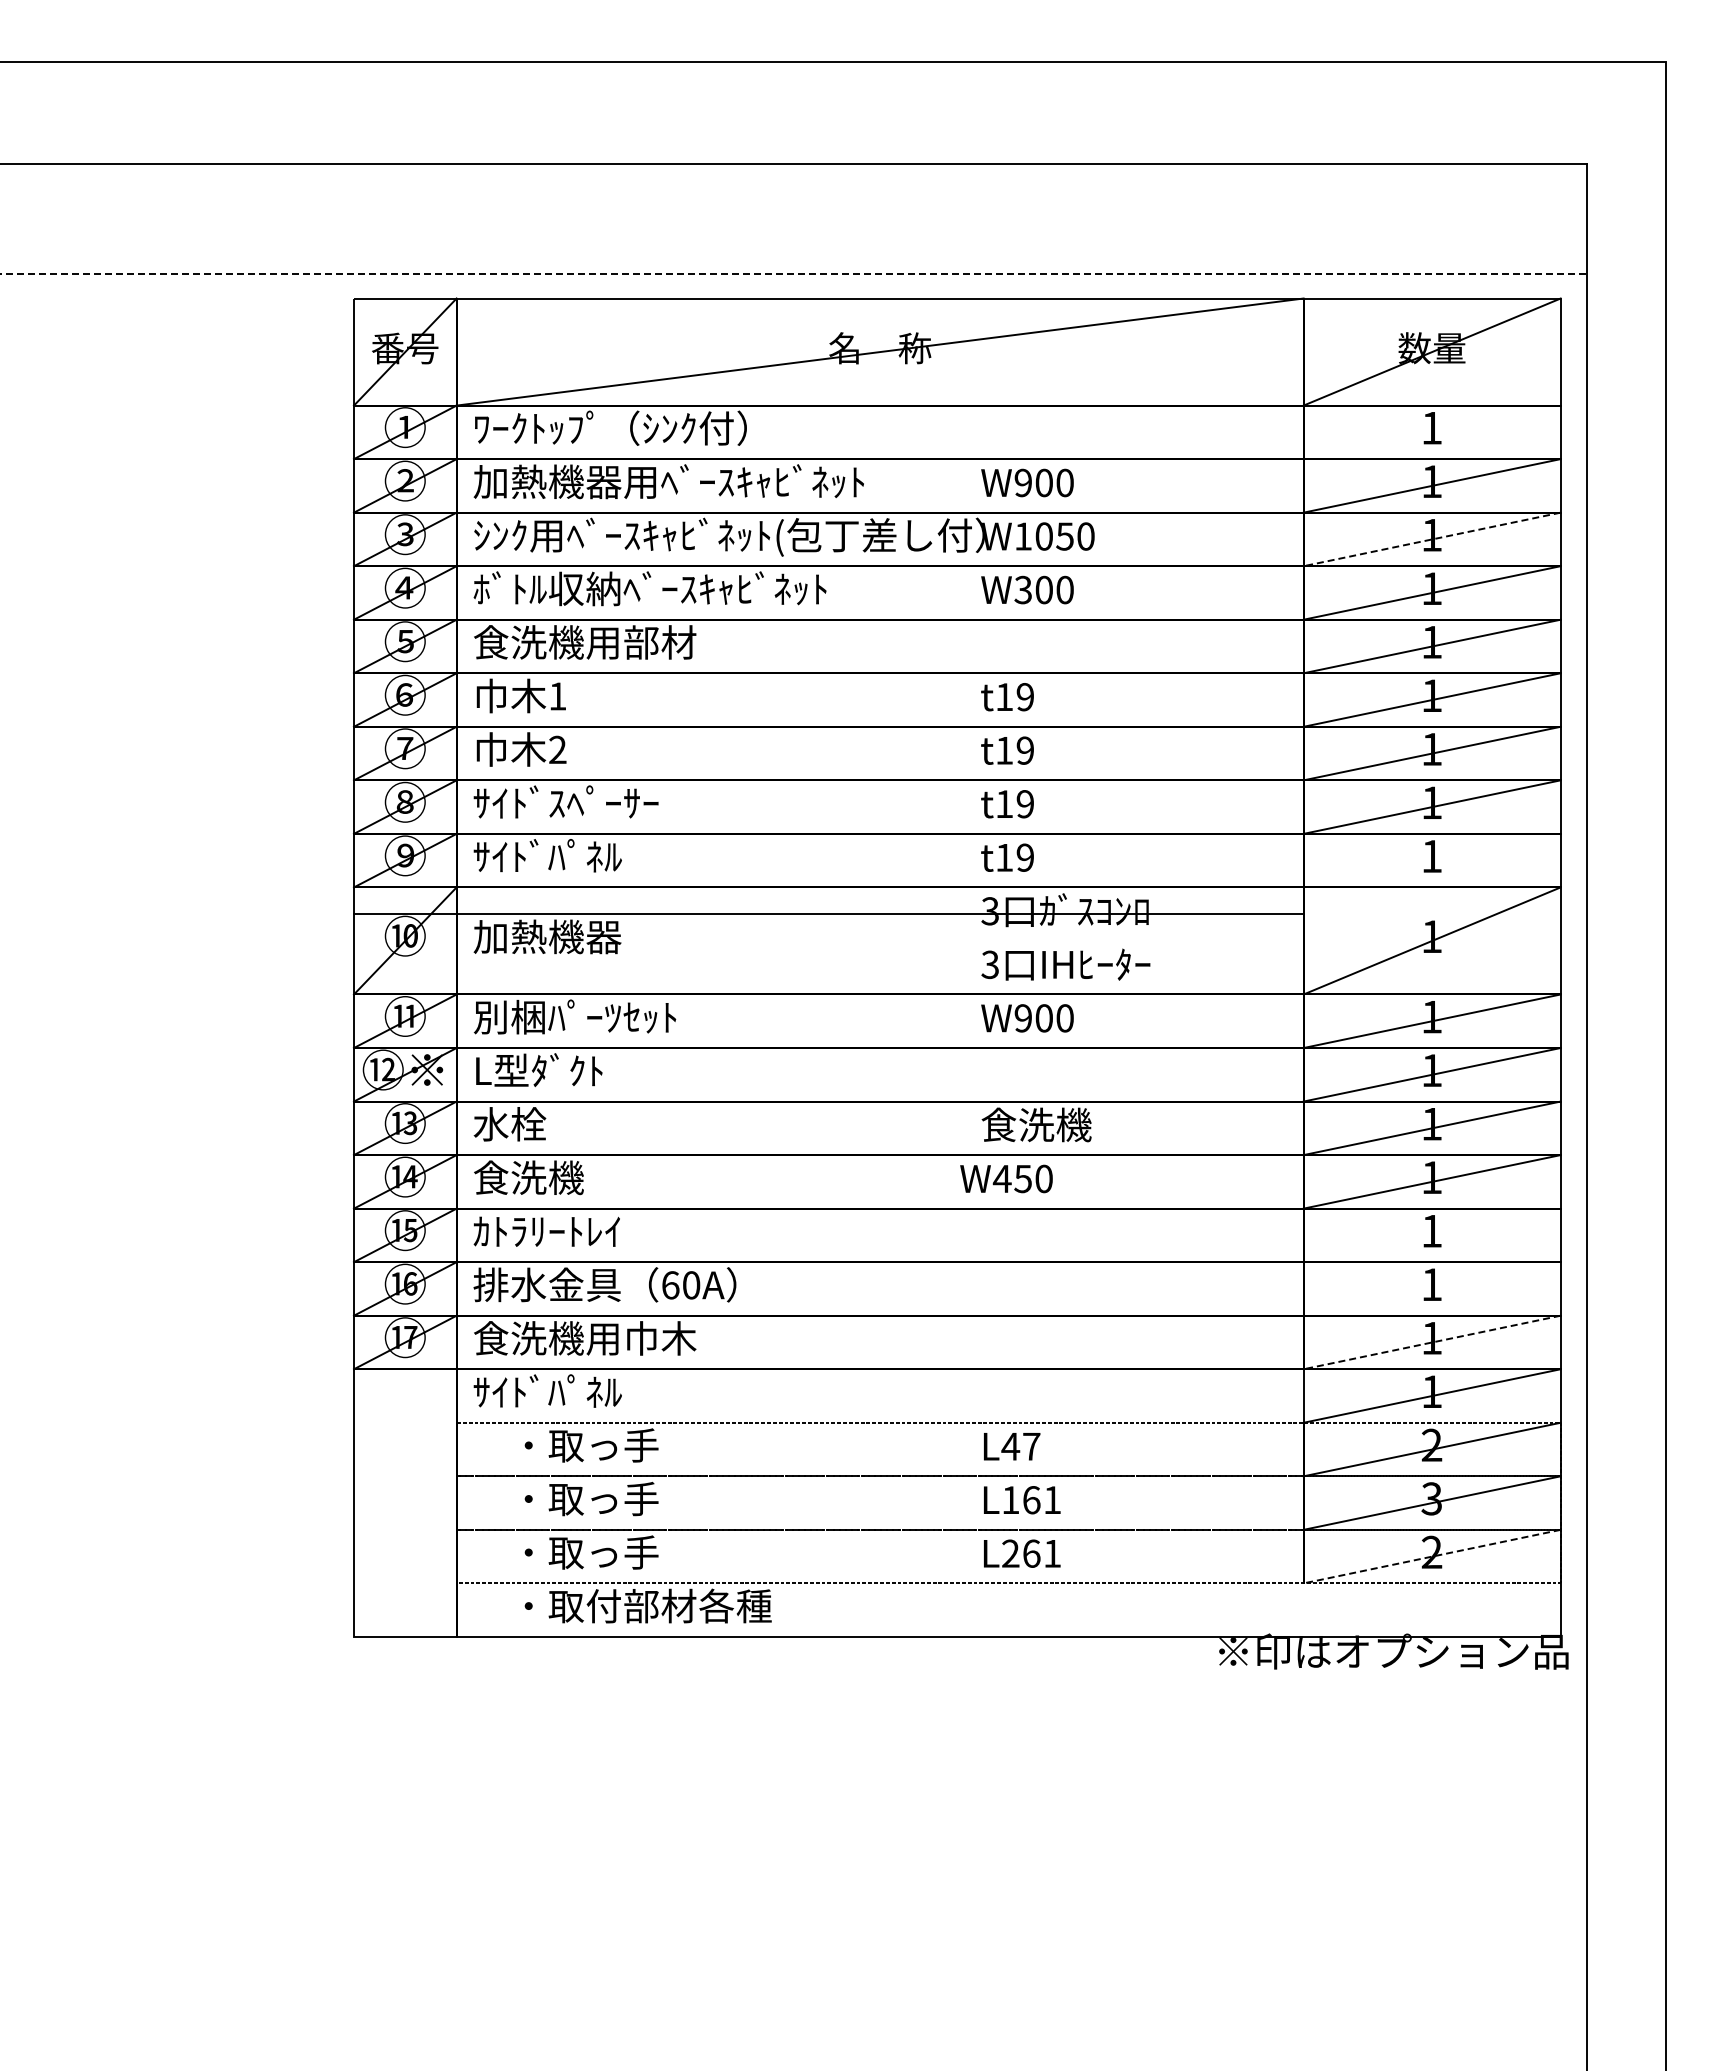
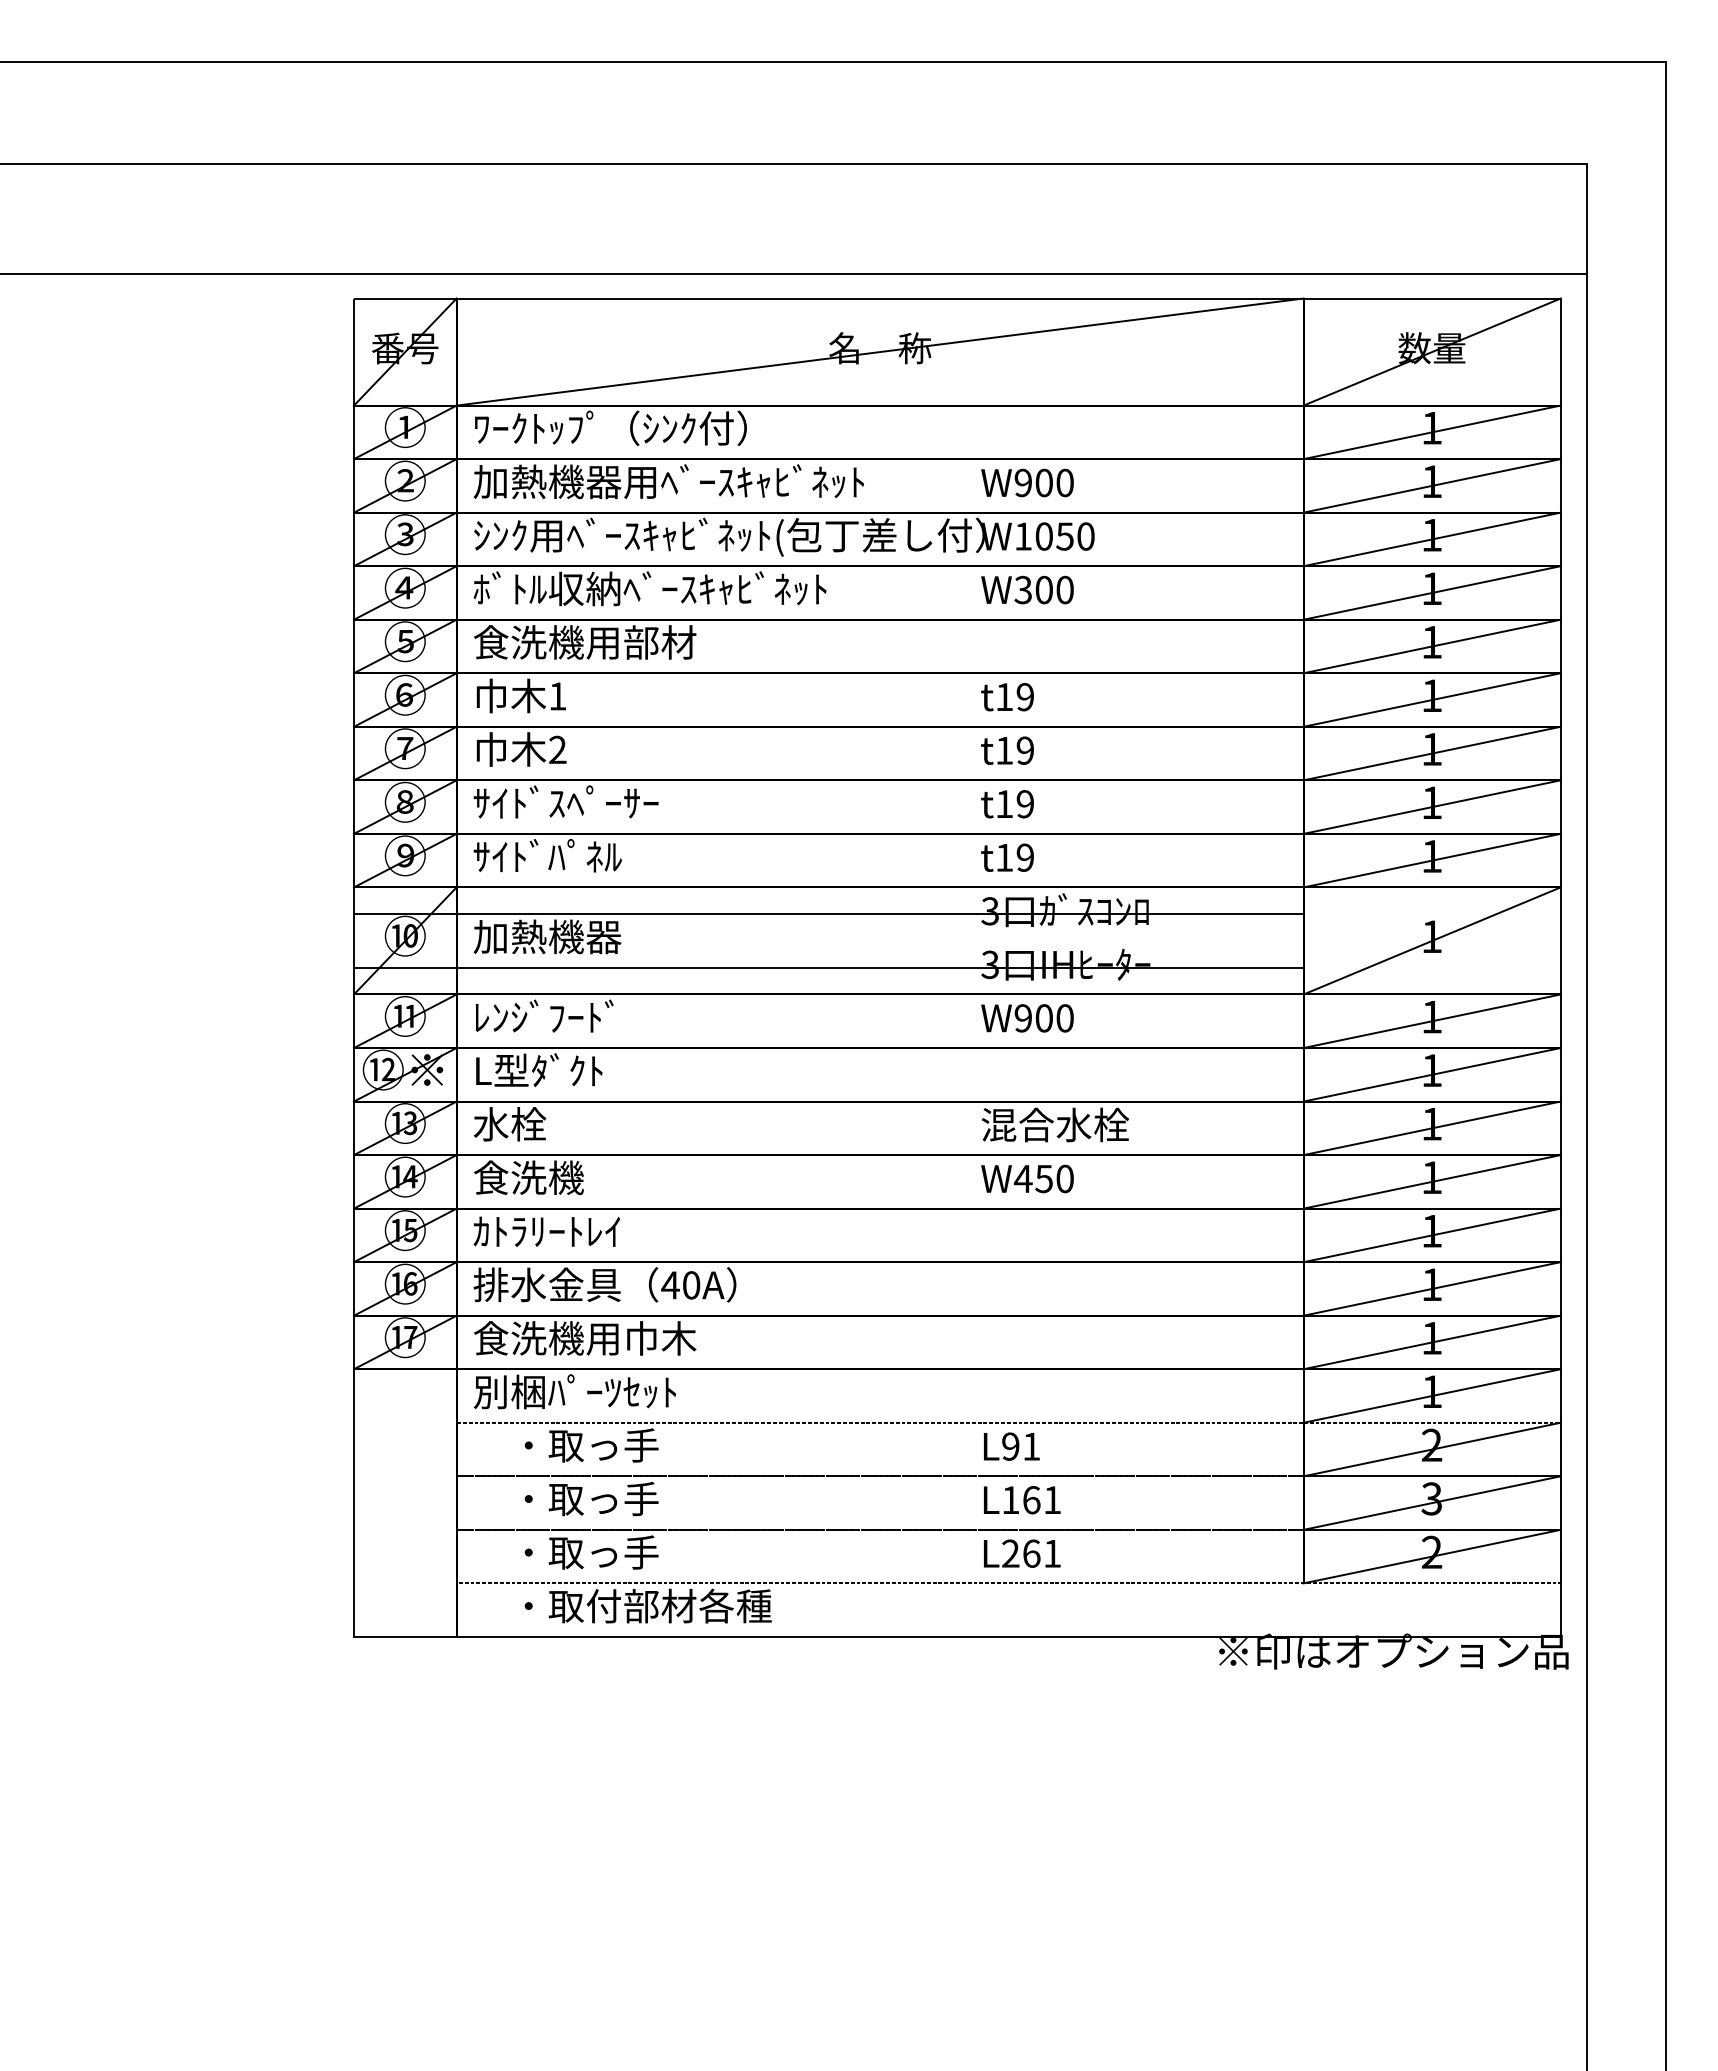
line at (794, 274): dashed -> solid
line at (1431, 432): none -> present
line at (1431, 539): dashed -> solid
line at (1431, 860): none -> present
line at (828, 967): none -> present
text at (574, 1016): 別梱ﾊﾟｰﾂｾｯﾄ -> ﾚﾝｼﾞﾌｰﾄﾞ
text at (1055, 1124): 食洗機 -> 混合水栓
text at (1006, 1178) position: (1006, 1178) -> (1027, 1178)
line at (1431, 1235): none -> present
text at (670, 1285): 60A -> 40A
line at (1431, 1288): none -> present
line at (1431, 1342): dashed -> solid
text at (574, 1391): ｻｲﾄﾞﾊﾟﾈﾙ -> 別梱ﾊﾟｰﾂｾｯﾄ
text at (1020, 1446): L47 -> L91
line at (1431, 1556): dashed -> solid
